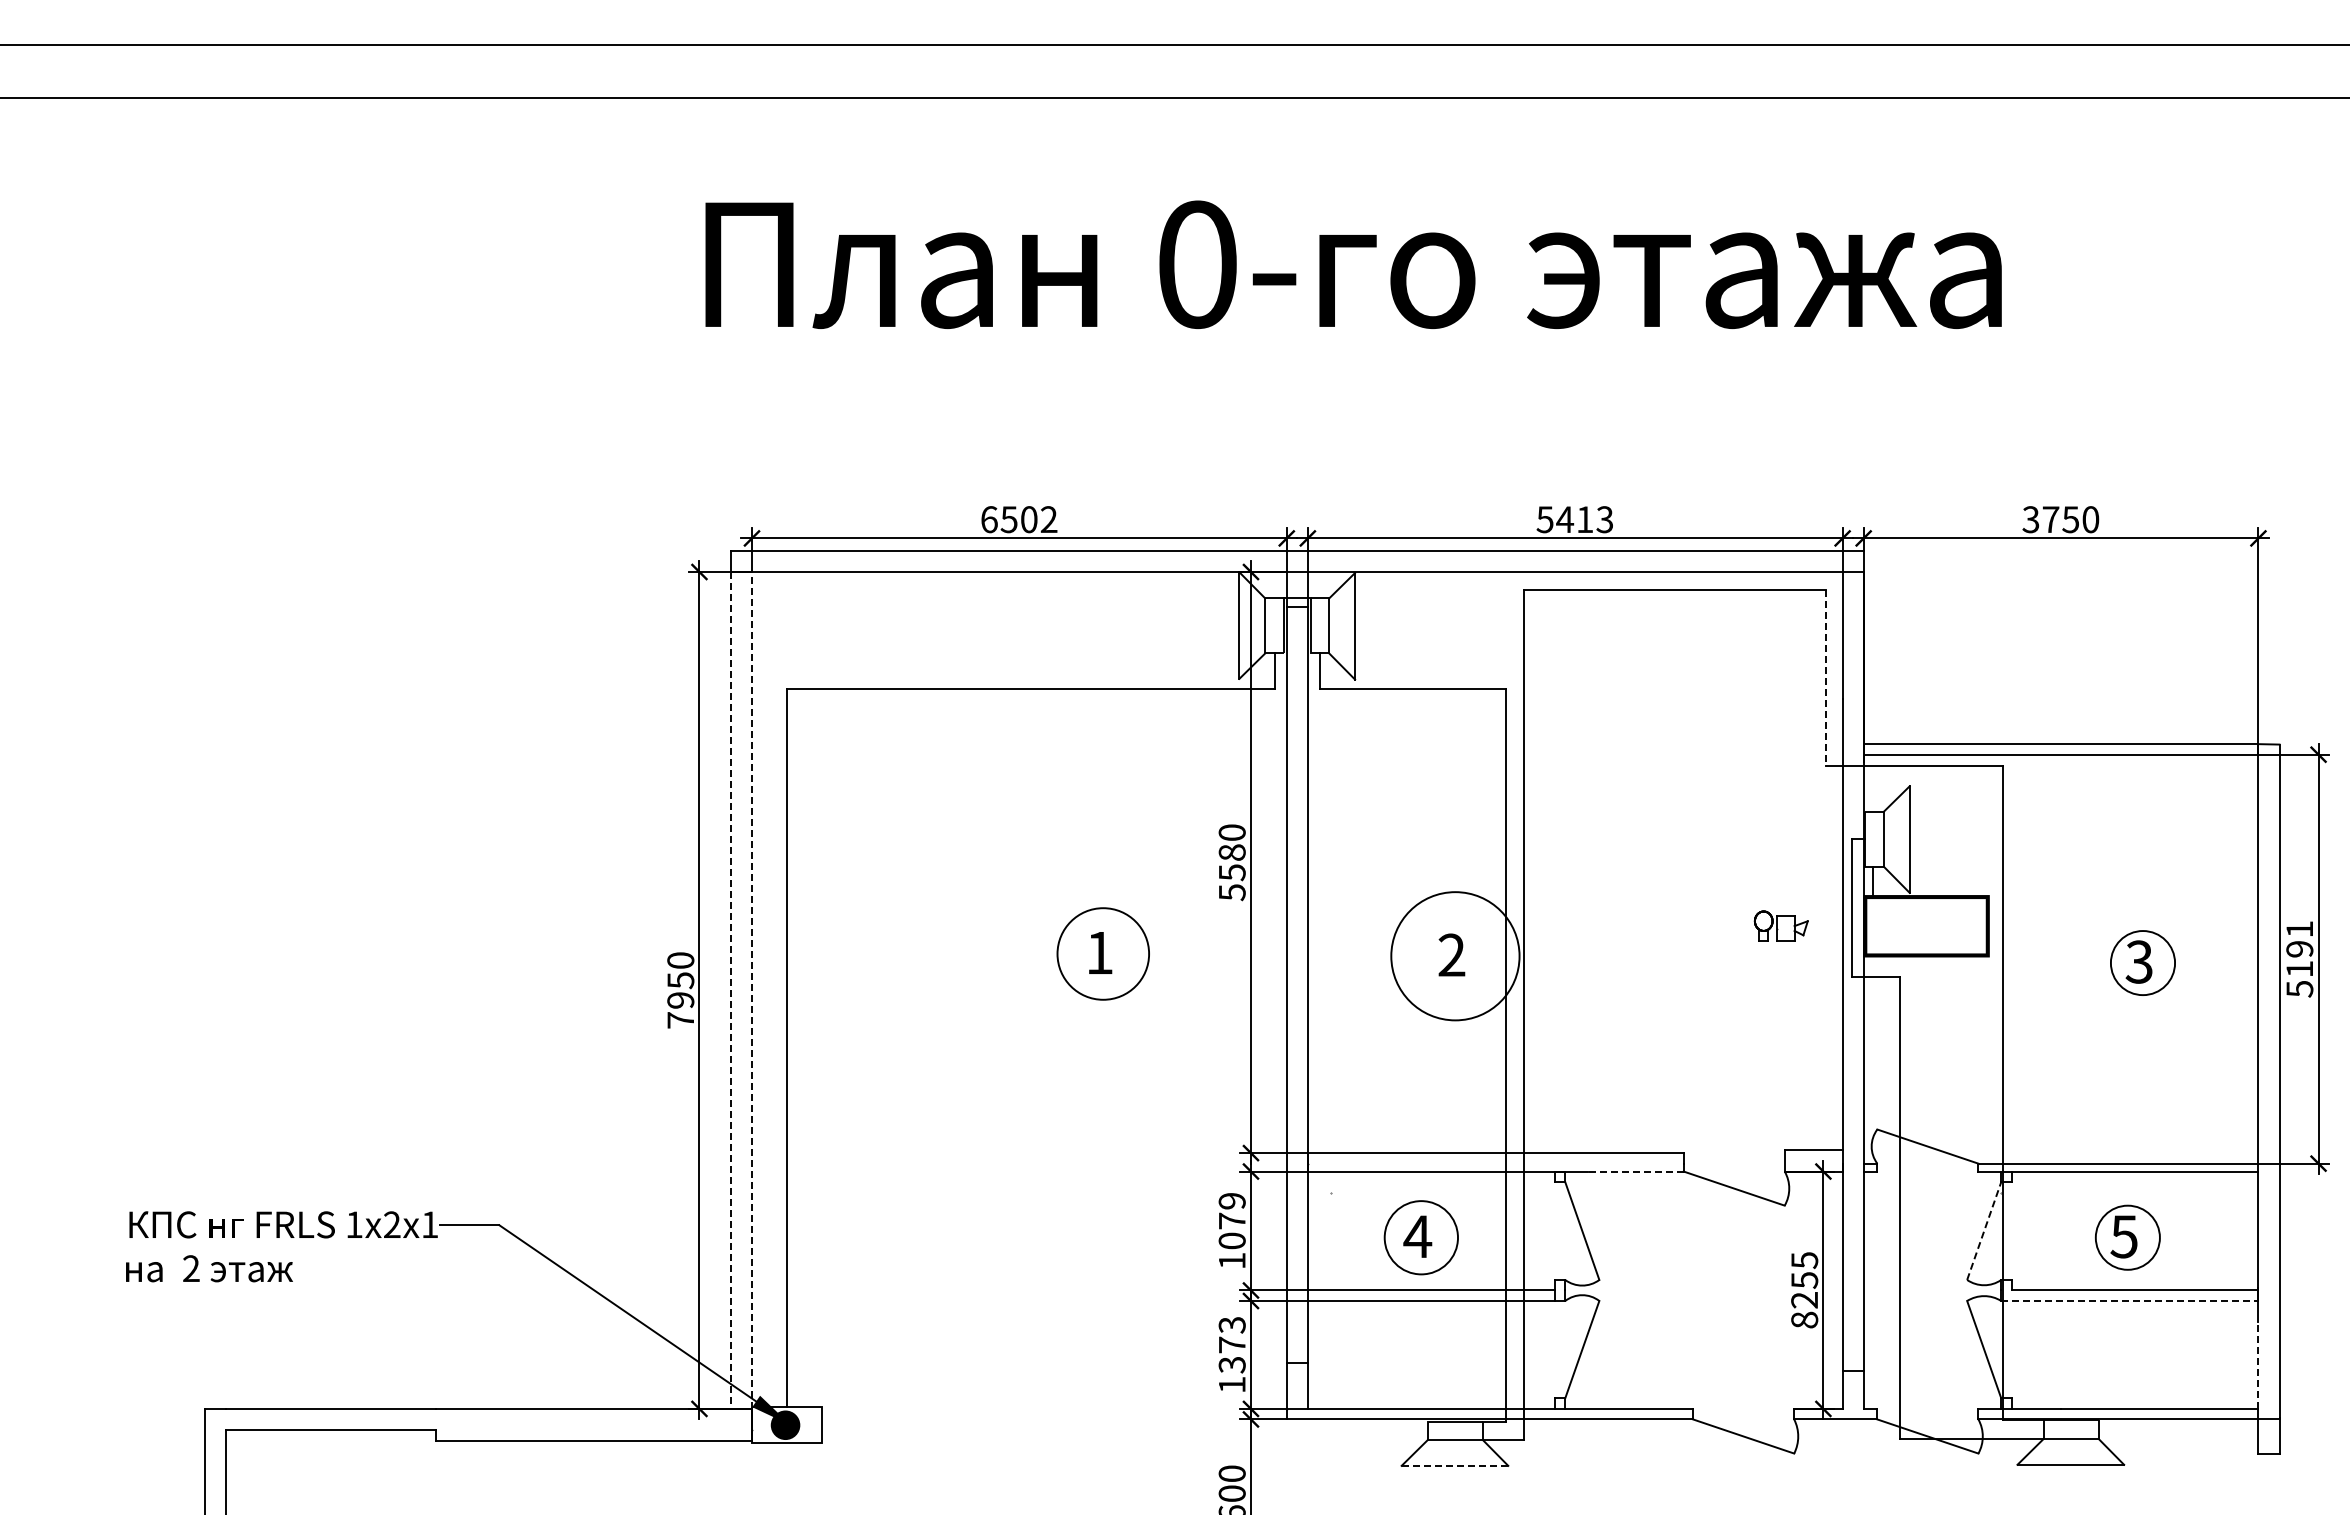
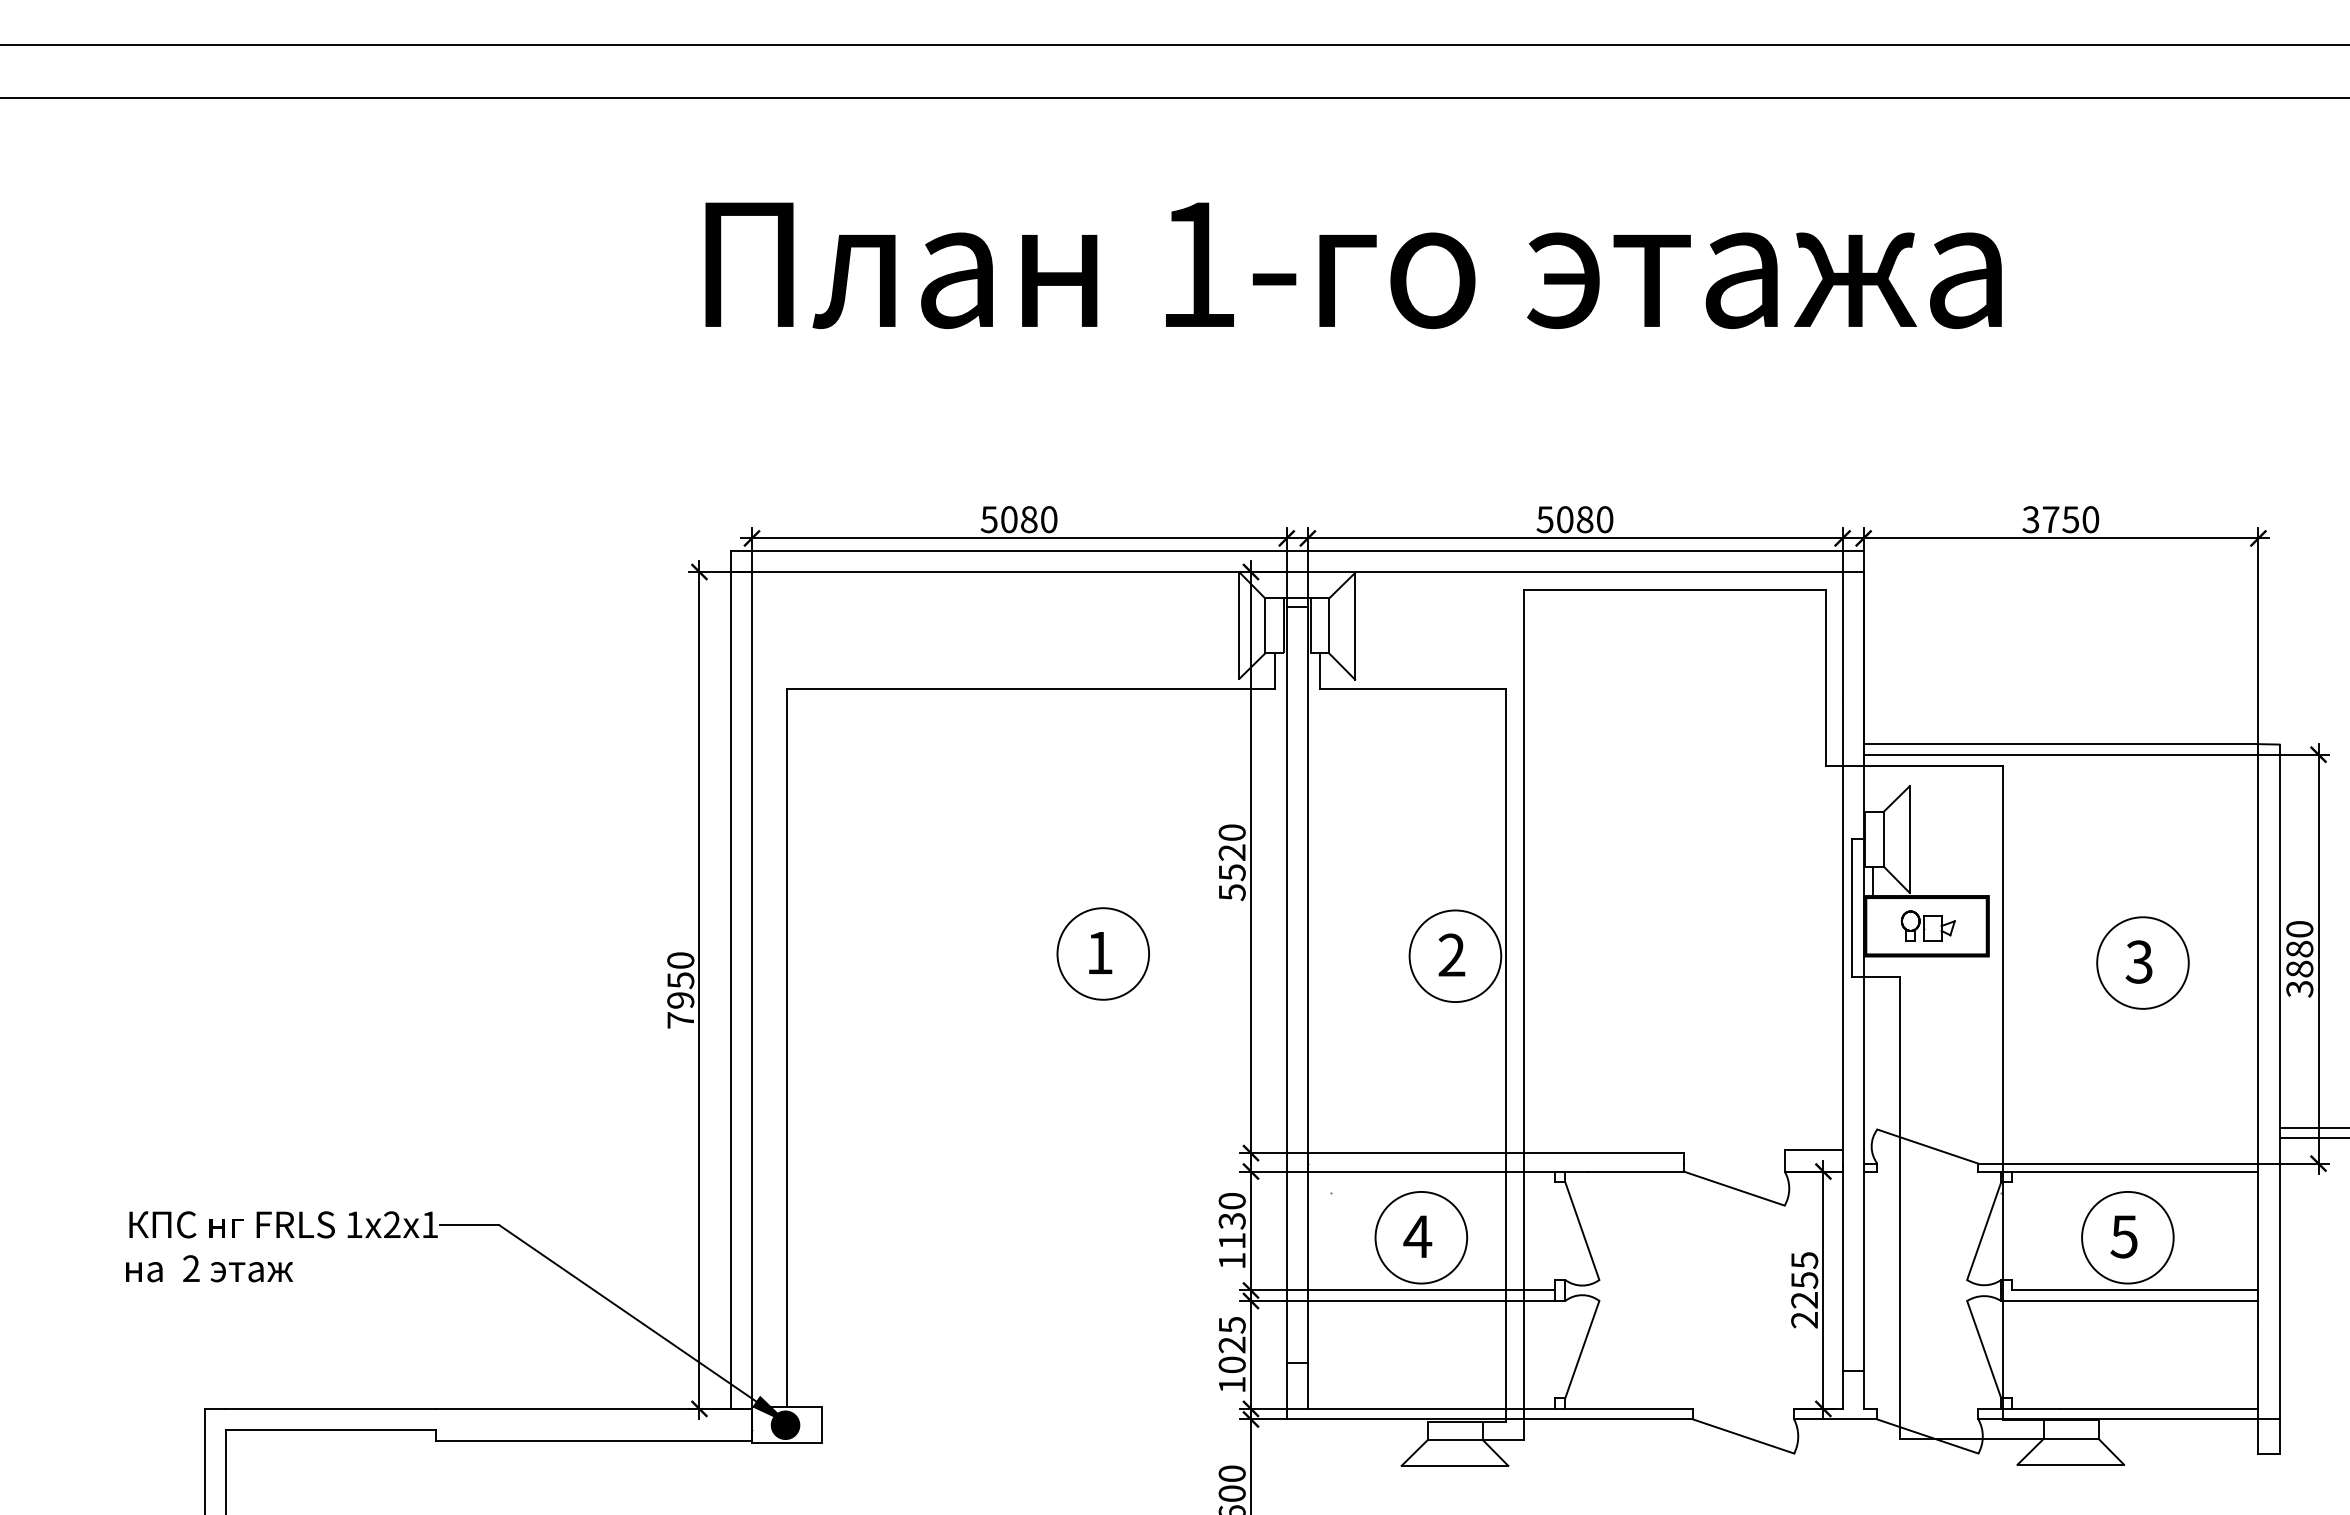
text at (1197, 264): 0- -> 1-
text at (1018, 519): 6502 -> 5080
text at (1584, 519): 5413 -> 5080
line at (1825, 678): dashed -> solid
text at (1231, 852): 5580 -> 5520
part at (1780, 925) position: (1780, 925) -> (1927, 925)
circle at (1455, 956) diameter: 128 px -> 92 px
text at (2299, 959): 5191 -> 3880
circle at (2142, 963) diameter: 64 px -> 92 px
line at (752, 989): dashed -> solid
line at (730, 990): dashed -> solid
line at (2312, 1127): none -> present
line at (2312, 1138): none -> present
line at (1635, 1171): dashed -> solid
text at (1231, 1221): 1079 -> 1130
line at (1984, 1231): dashed -> solid
circle at (1421, 1237) diameter: 73 px -> 92 px
circle at (2127, 1237) diameter: 64 px -> 92 px
line at (2129, 1301): dashed -> solid
text at (1804, 1319): 8255 -> 2255
text at (1231, 1345): 1373 -> 1025
line at (2258, 1365): dashed -> solid
line at (1454, 1465): dashed -> solid
